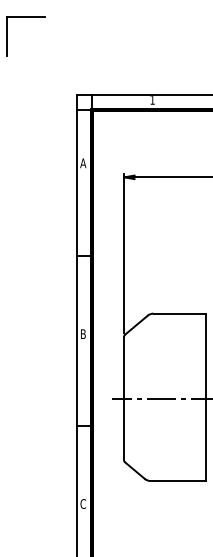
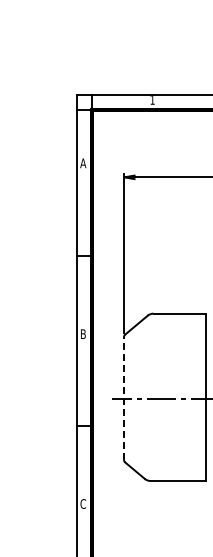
part at (7, 36): present -> none
line at (124, 398): solid -> dashed
